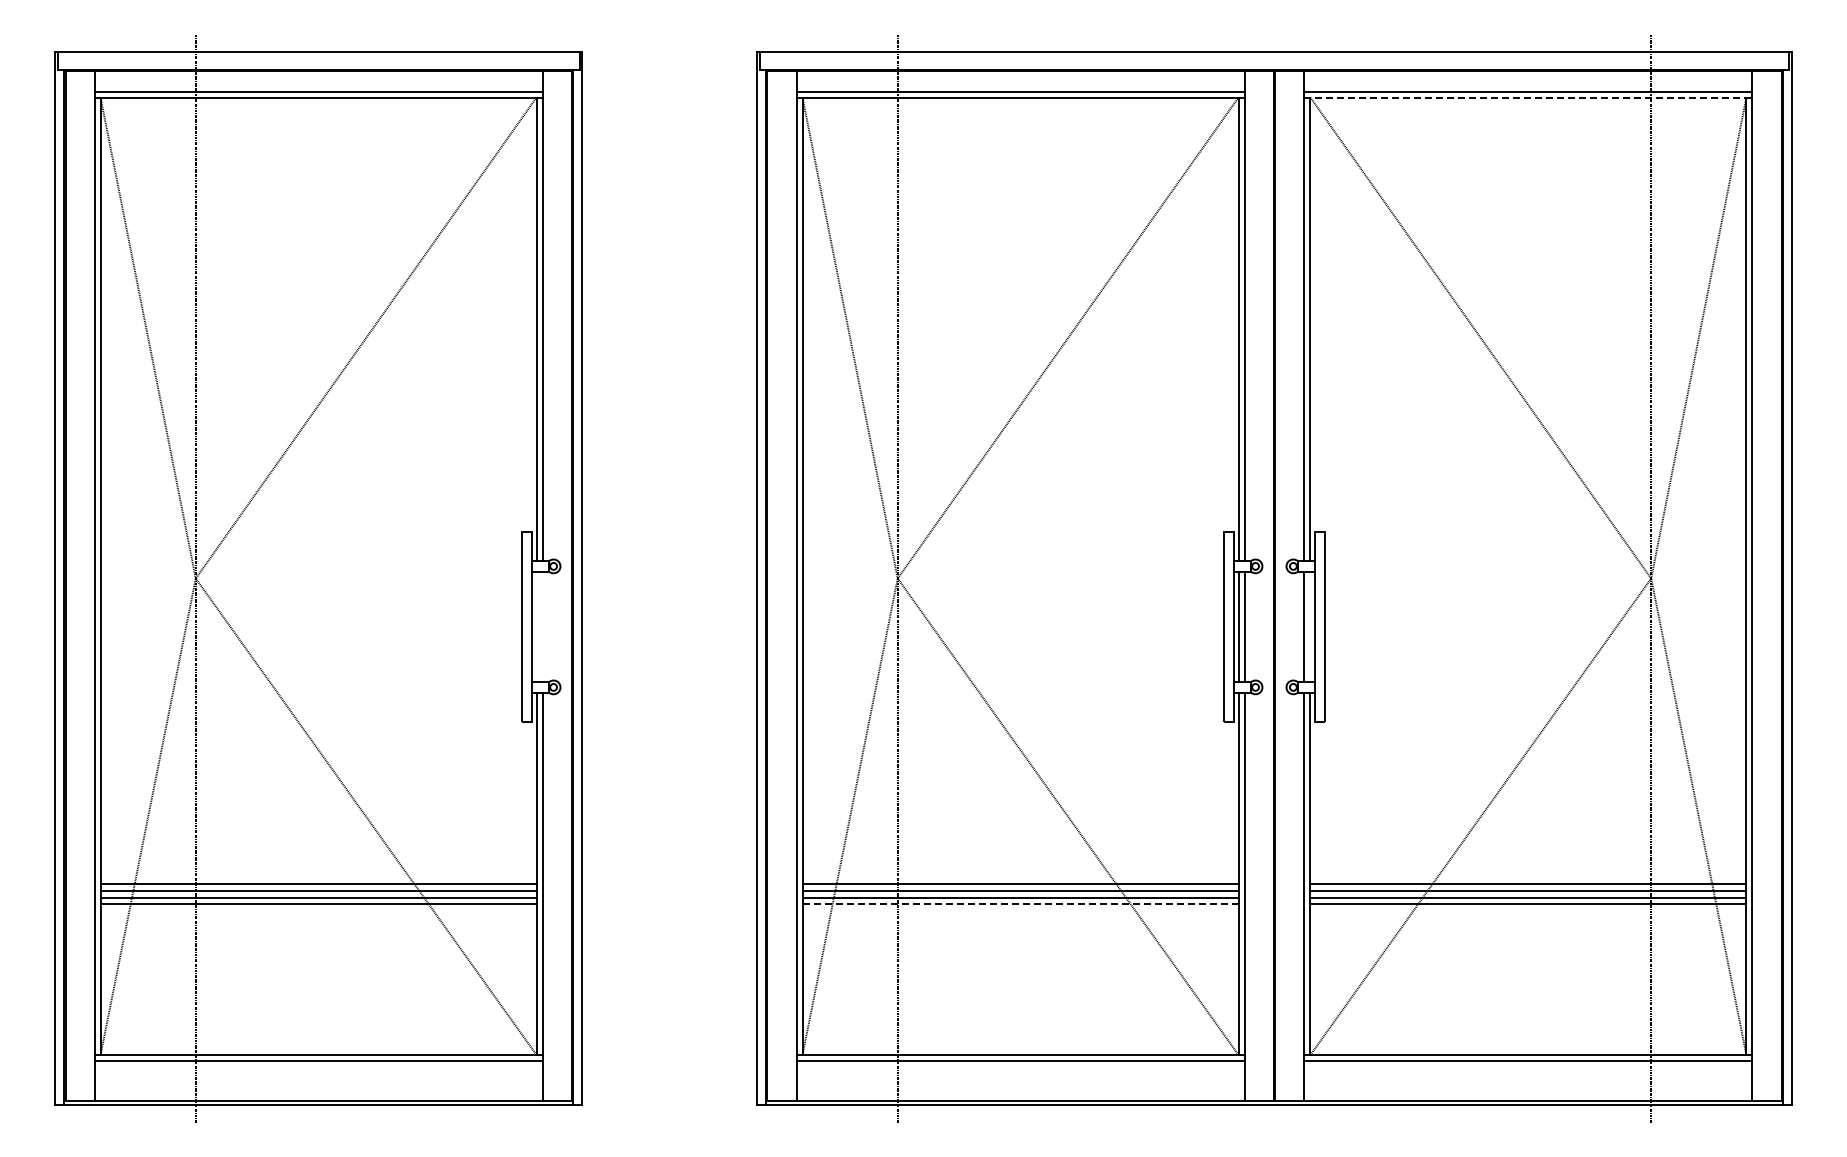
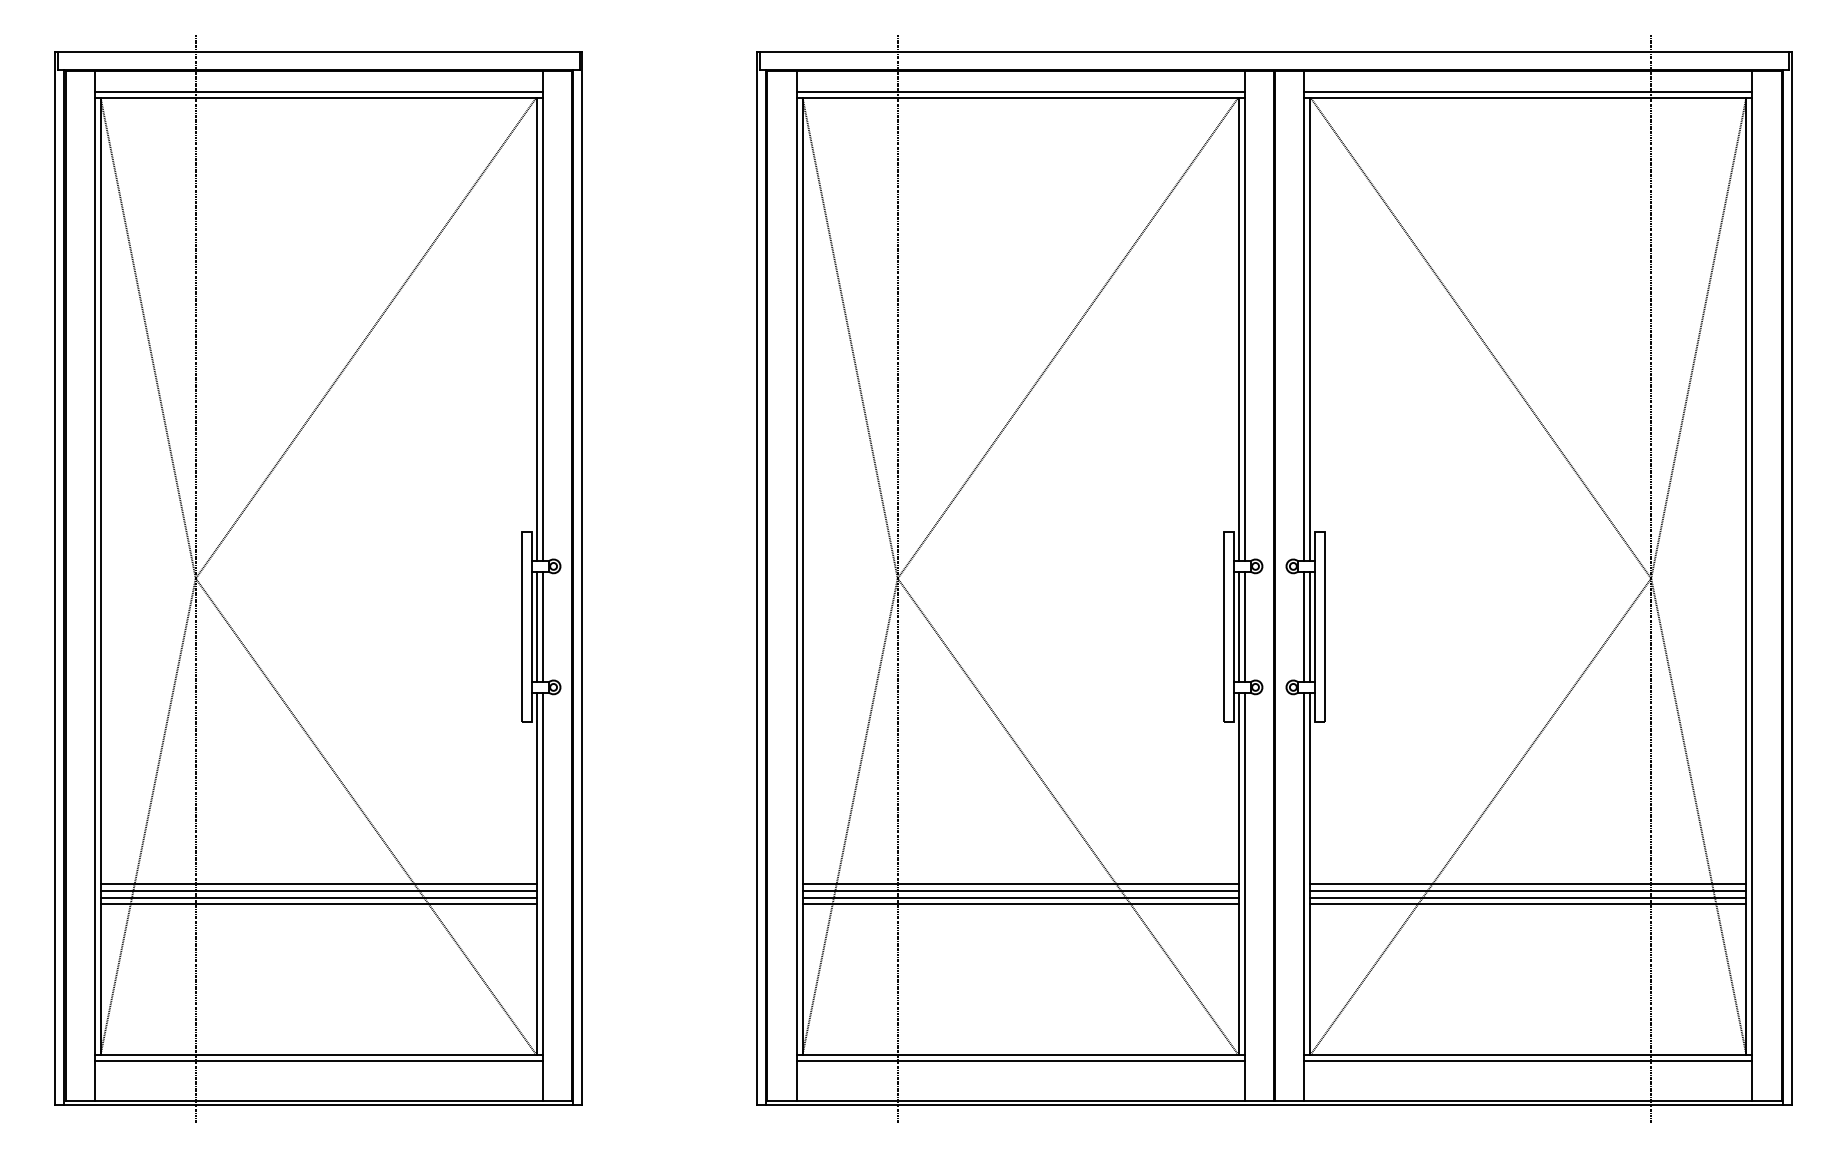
line at (1528, 97): dashed -> solid
line at (536, 626): none -> present
line at (542, 626): none -> present
line at (1310, 626): none -> present
line at (1020, 904): dashed -> solid
